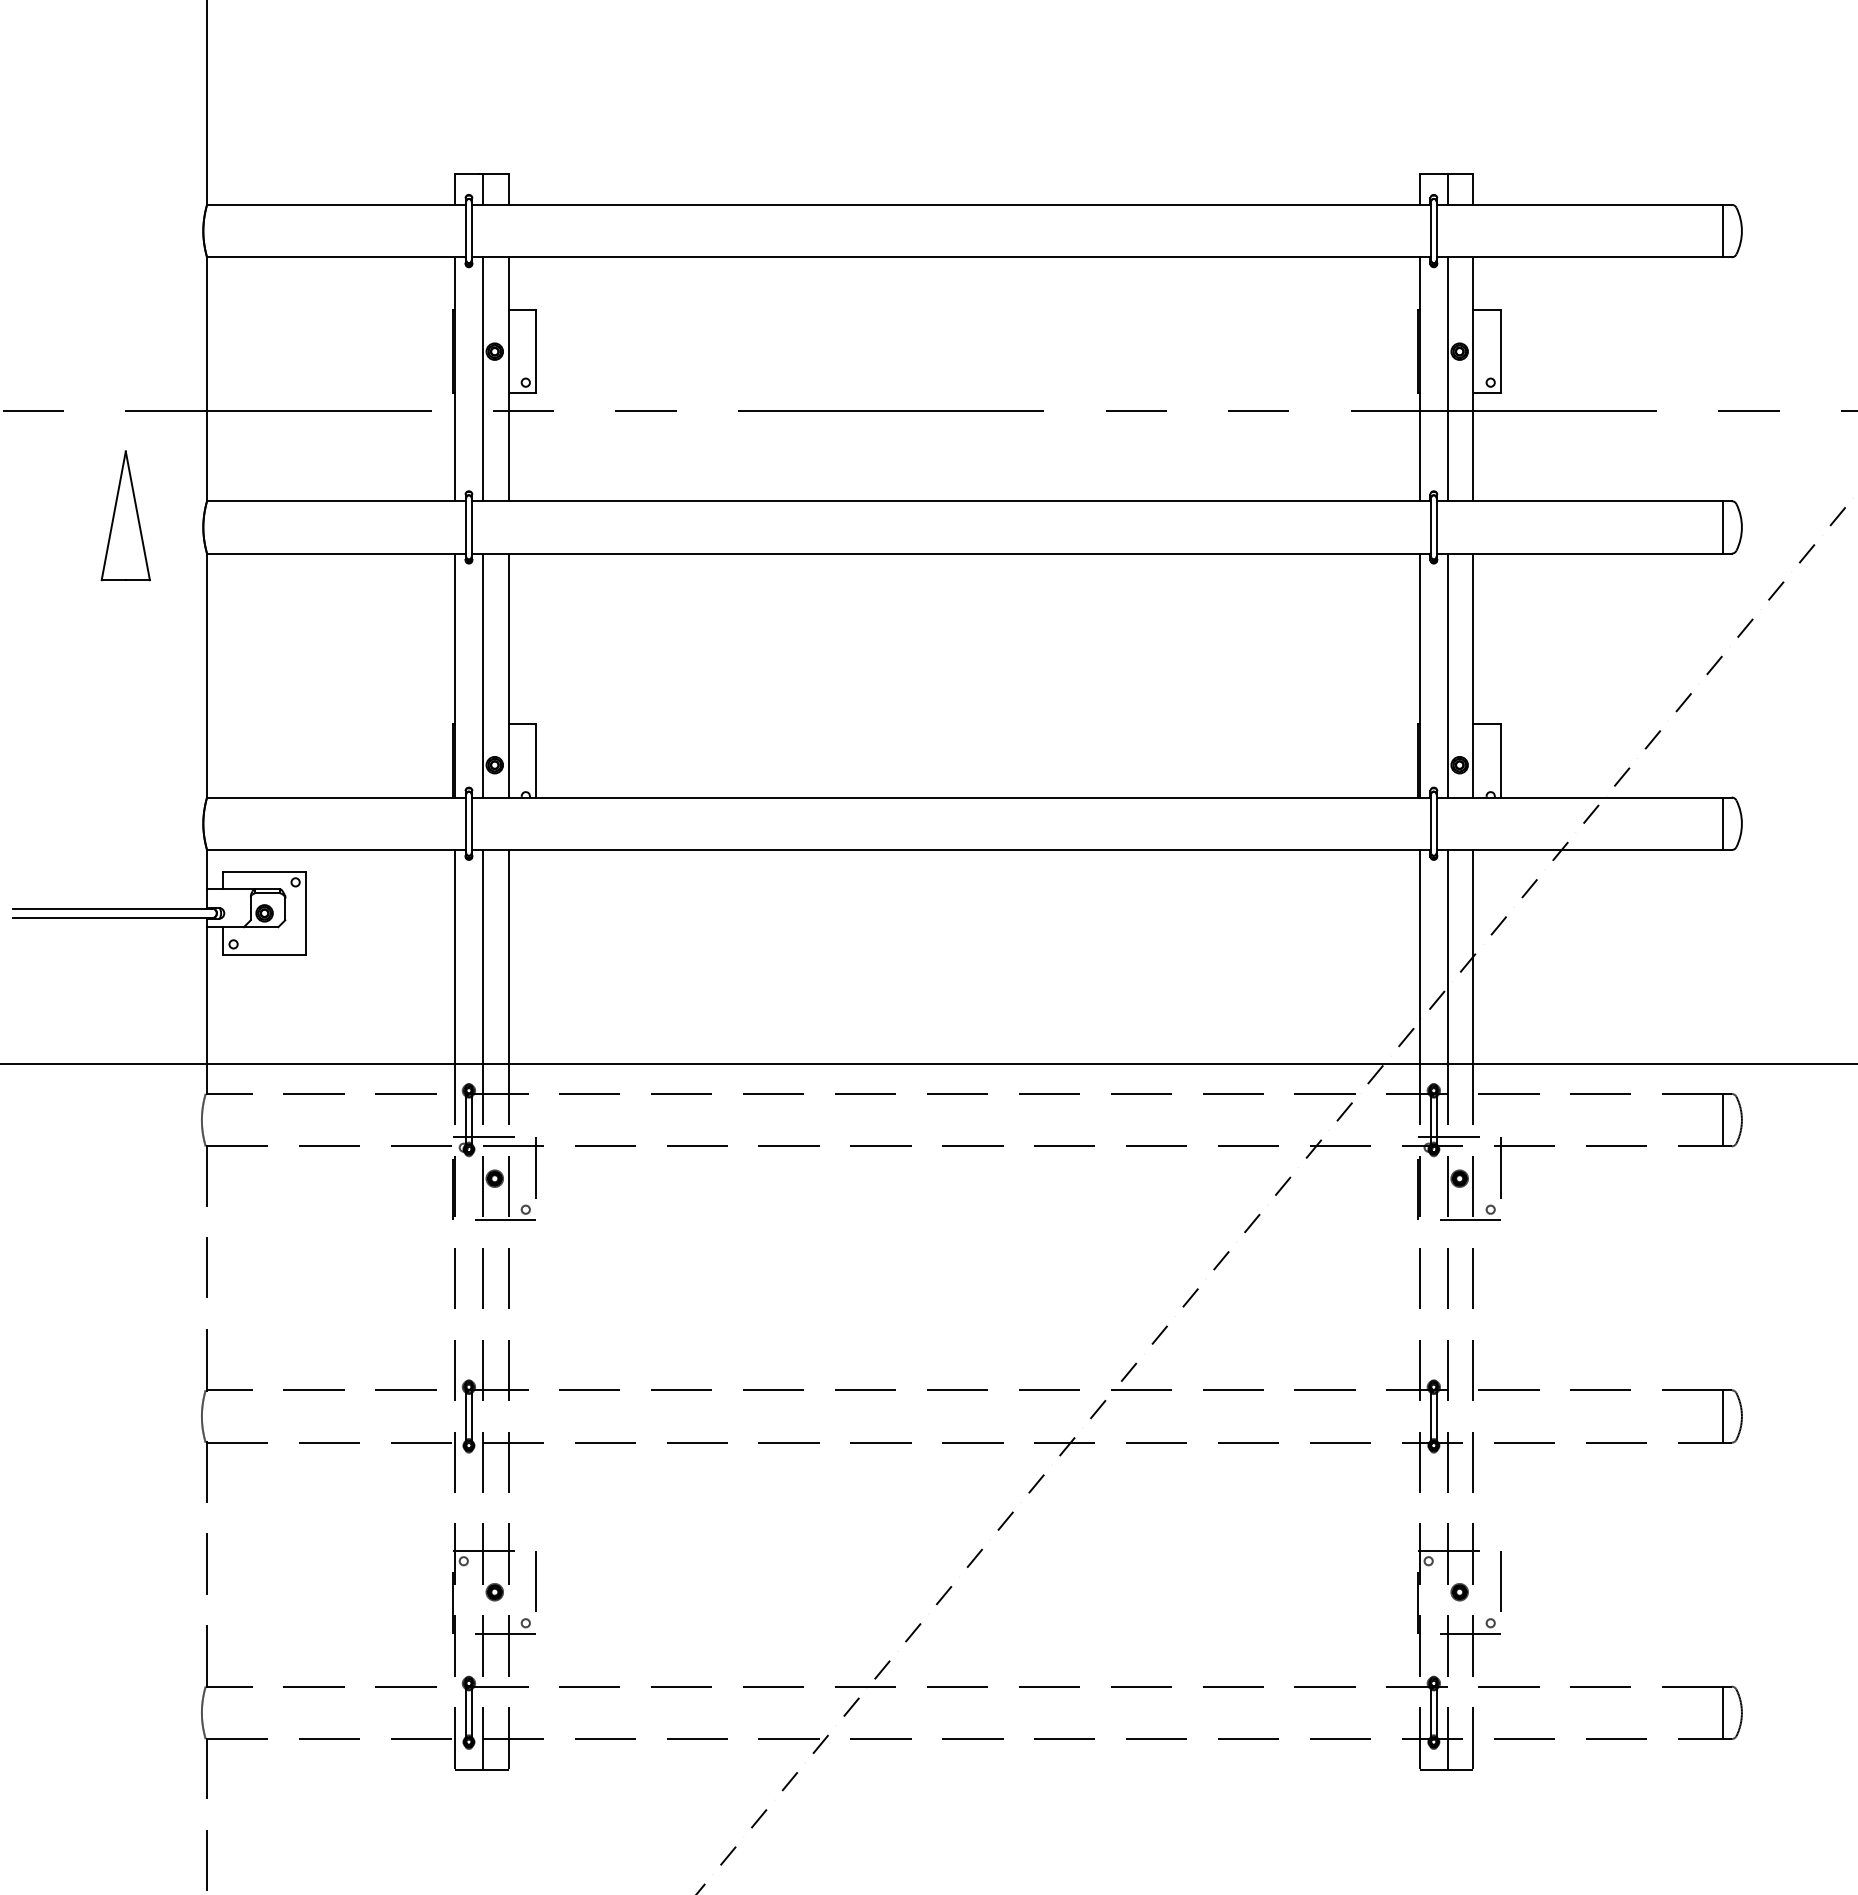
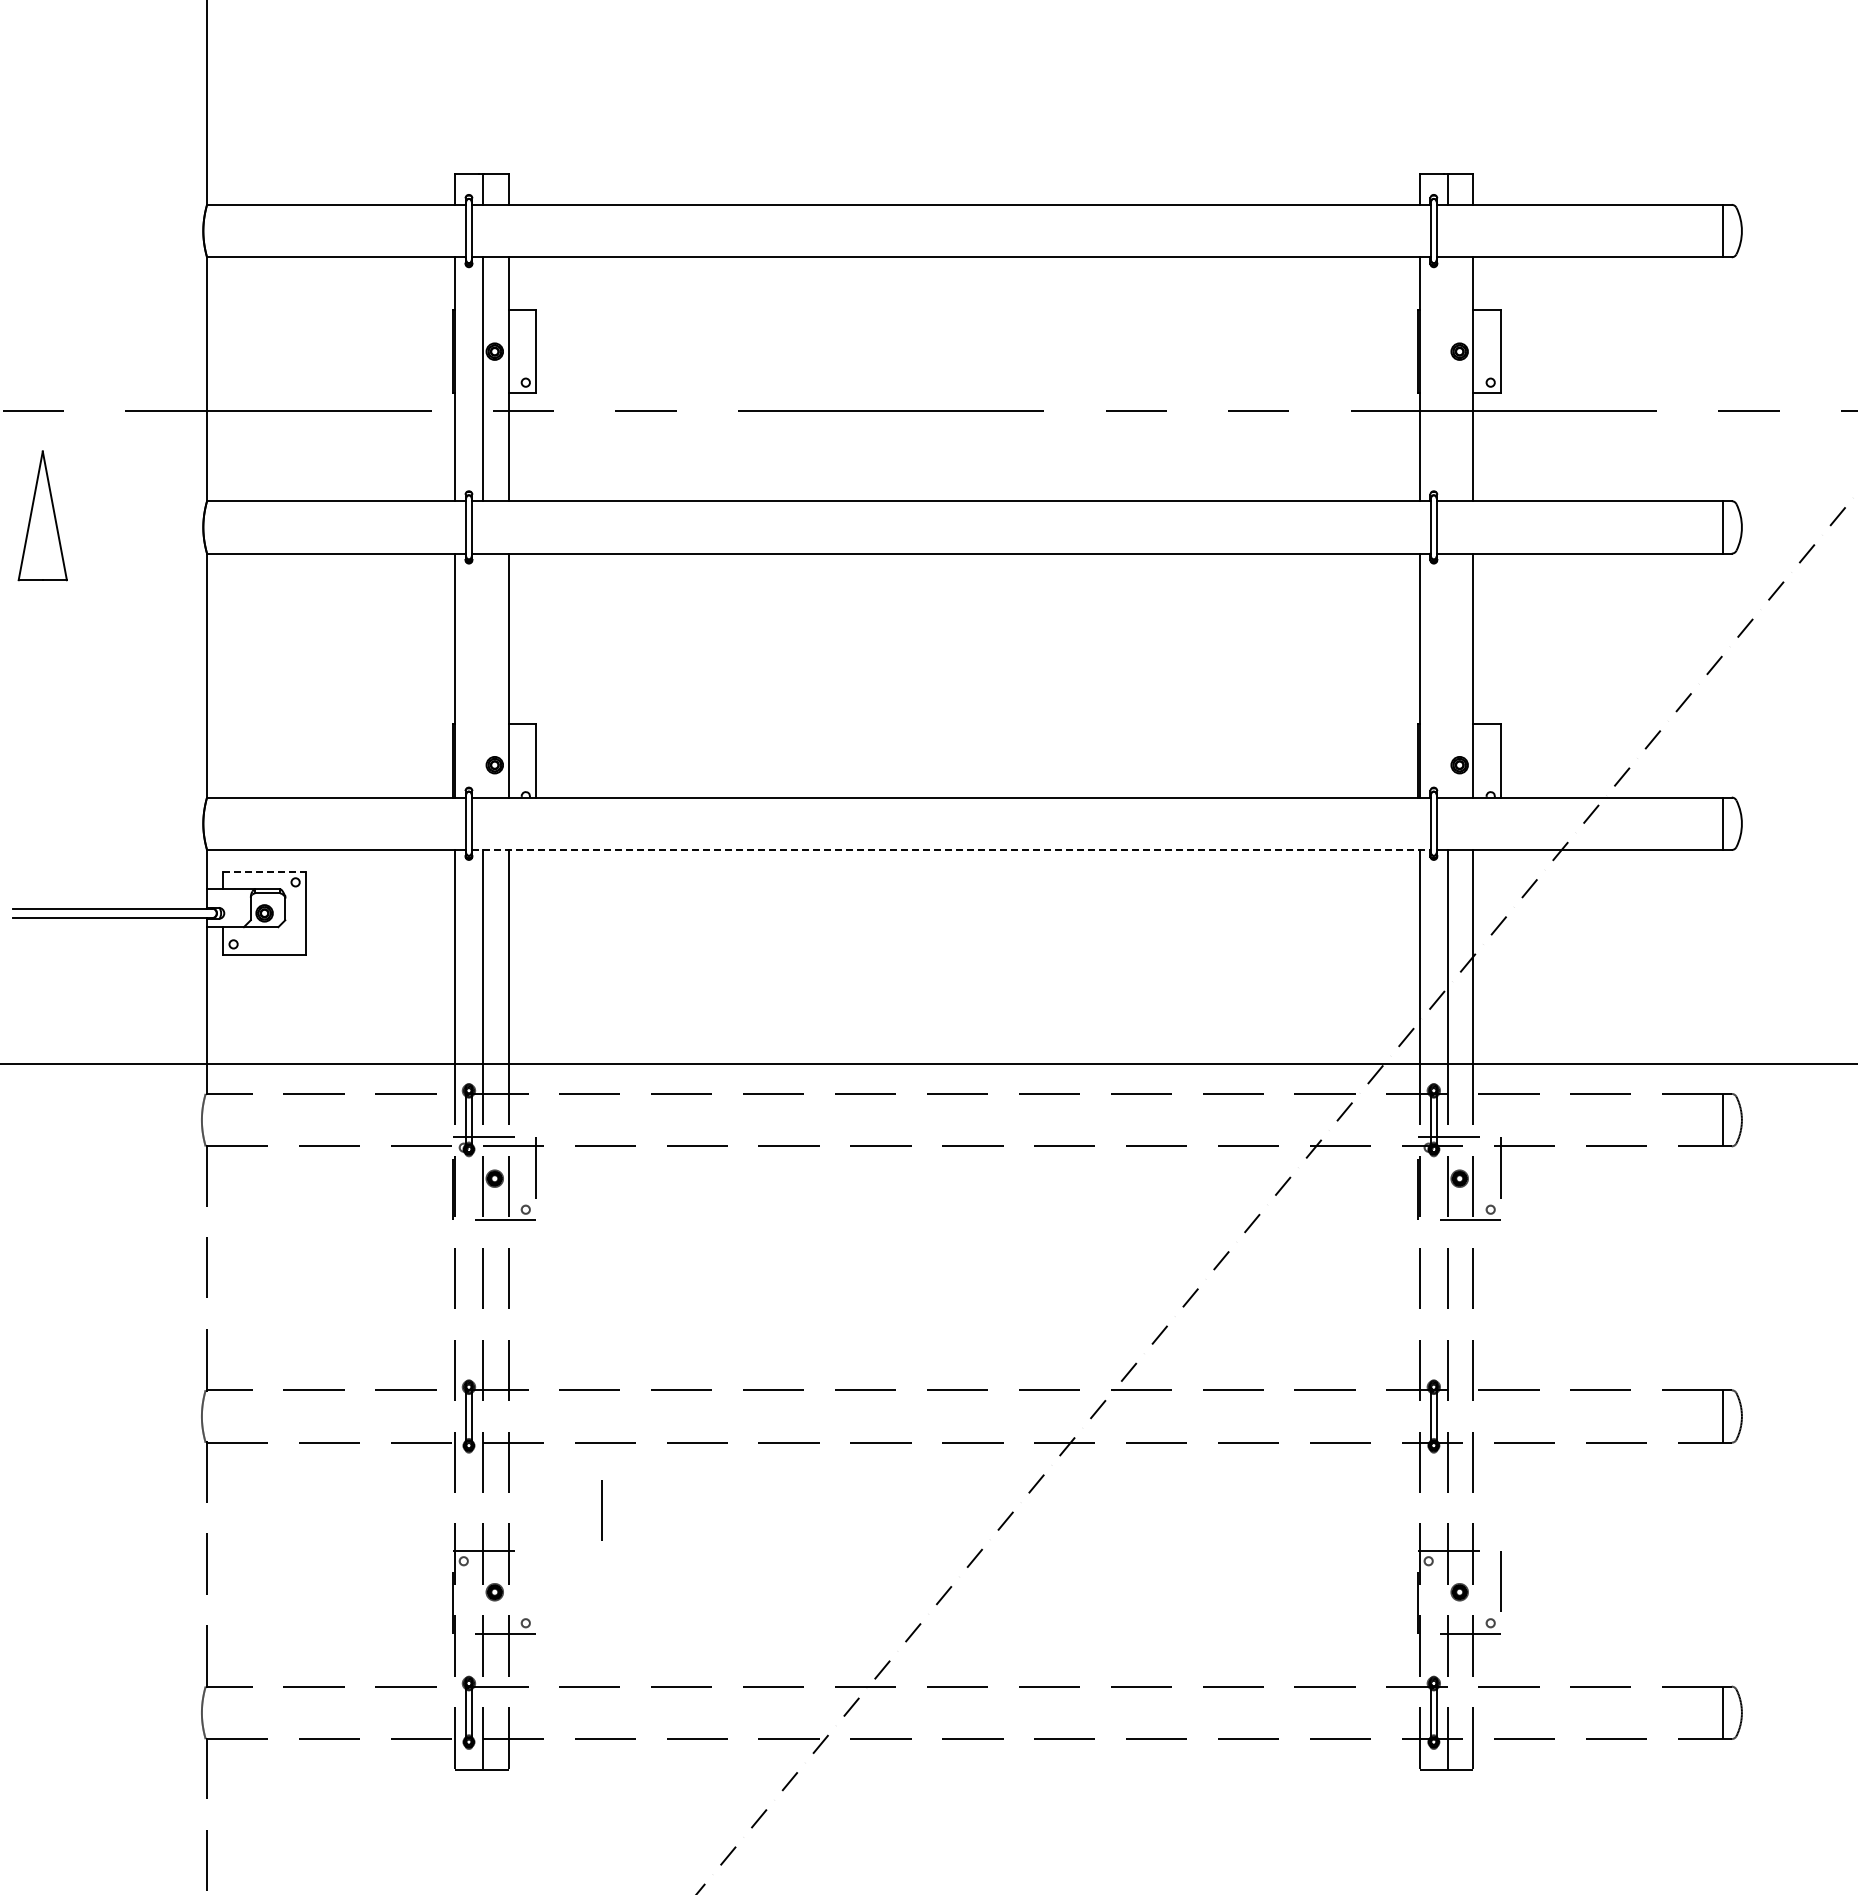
line at (1447, 379): present -> none
part at (125, 515) position: (125, 515) -> (42, 515)
line at (482, 675): present -> none
line at (1447, 675): present -> none
line at (951, 850): solid -> dashed
line at (265, 872): solid -> dashed
line at (535, 1581) position: (535, 1581) -> (601, 1510)
